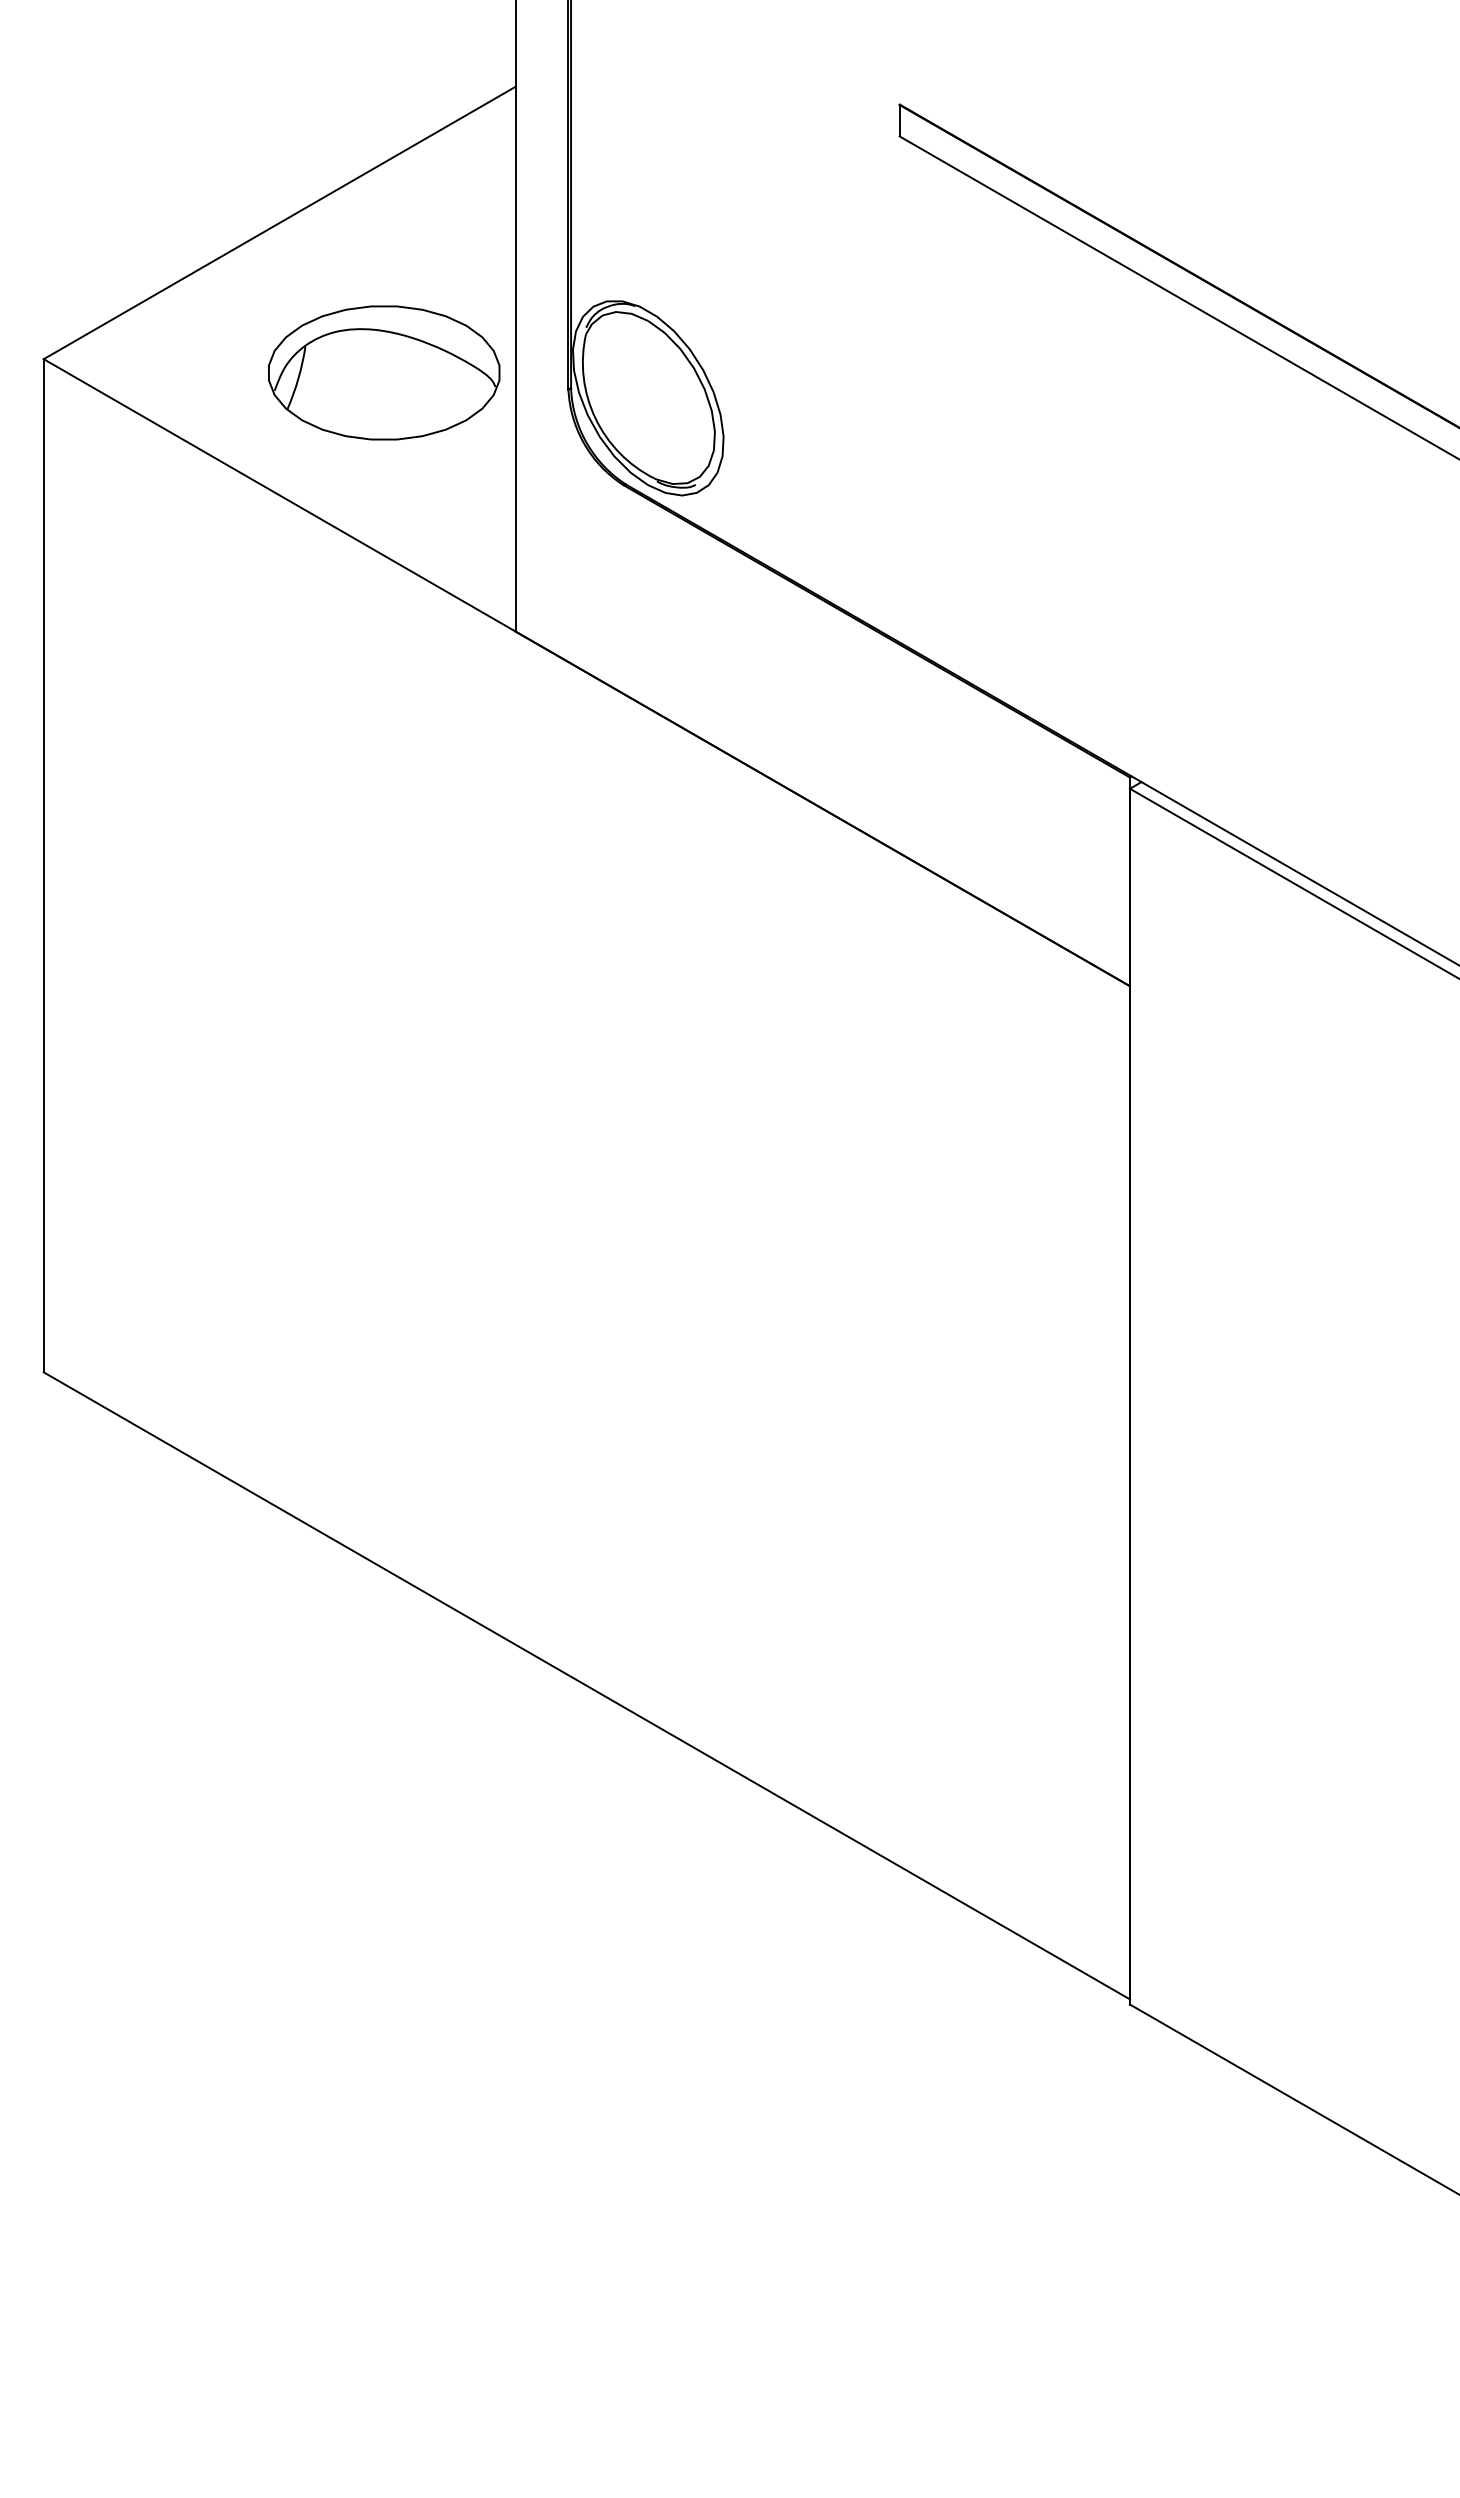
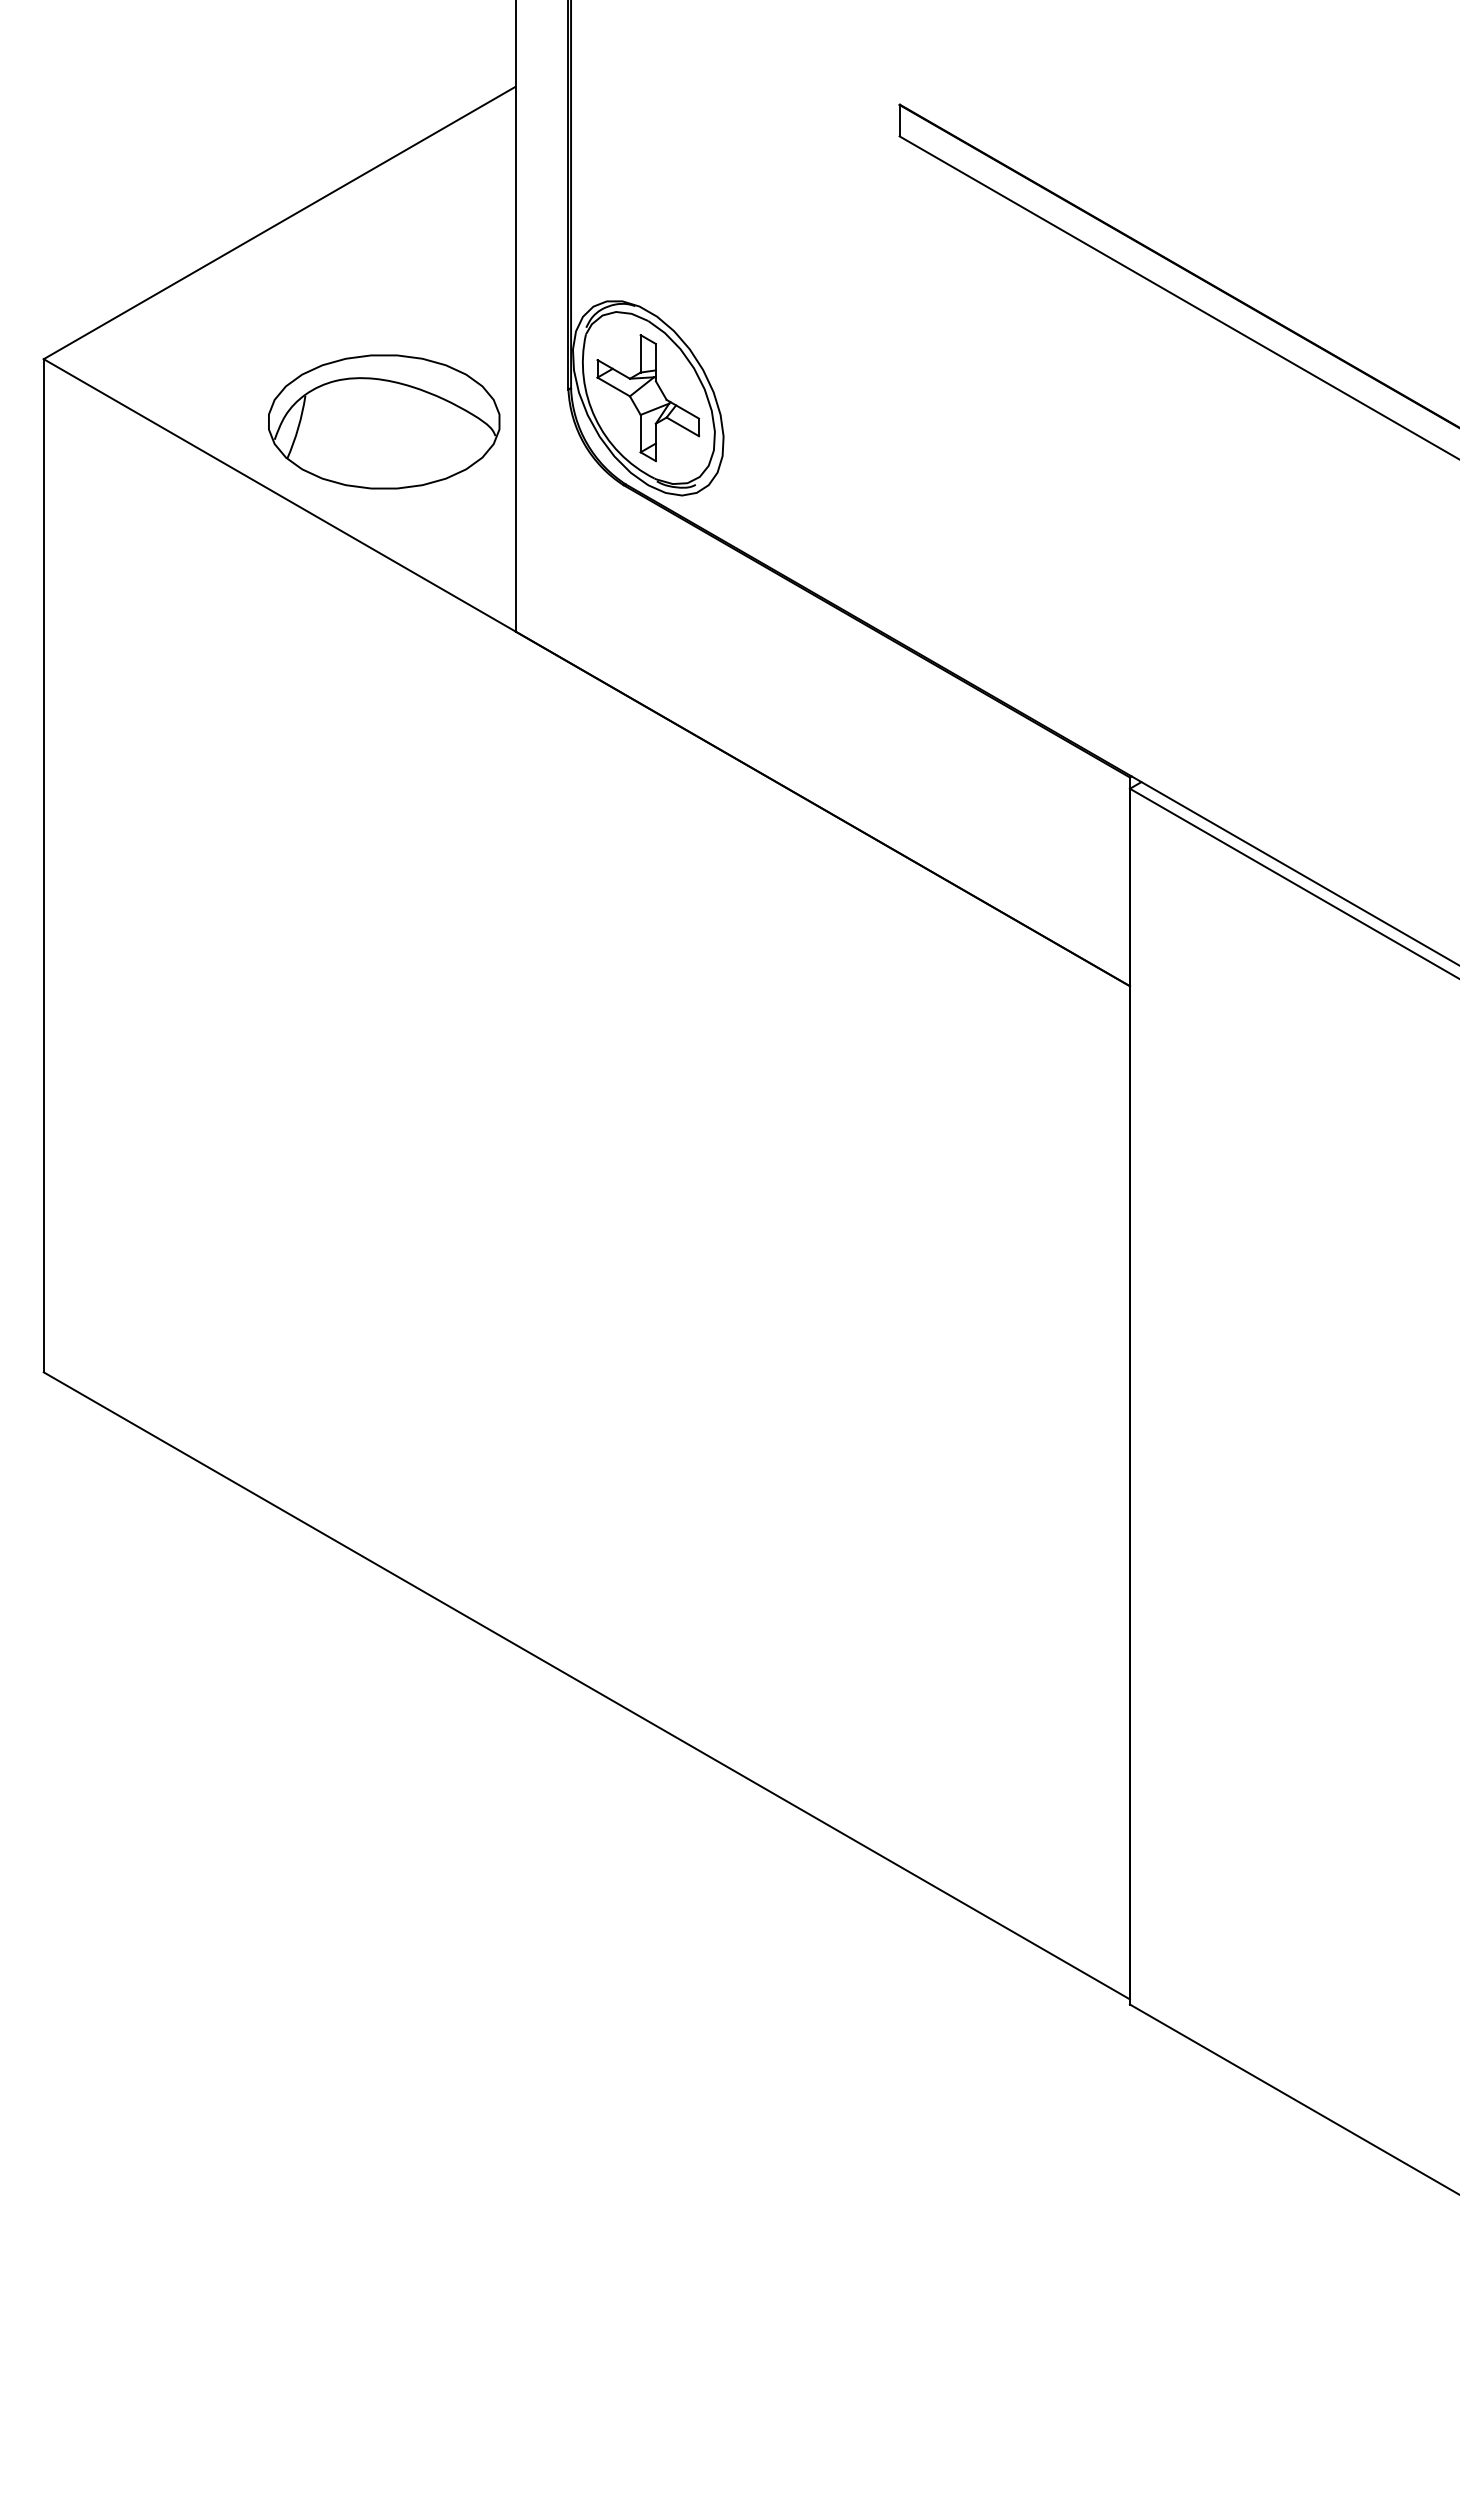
part at (384, 372) position: (384, 372) -> (384, 421)
part at (648, 398): none -> present
